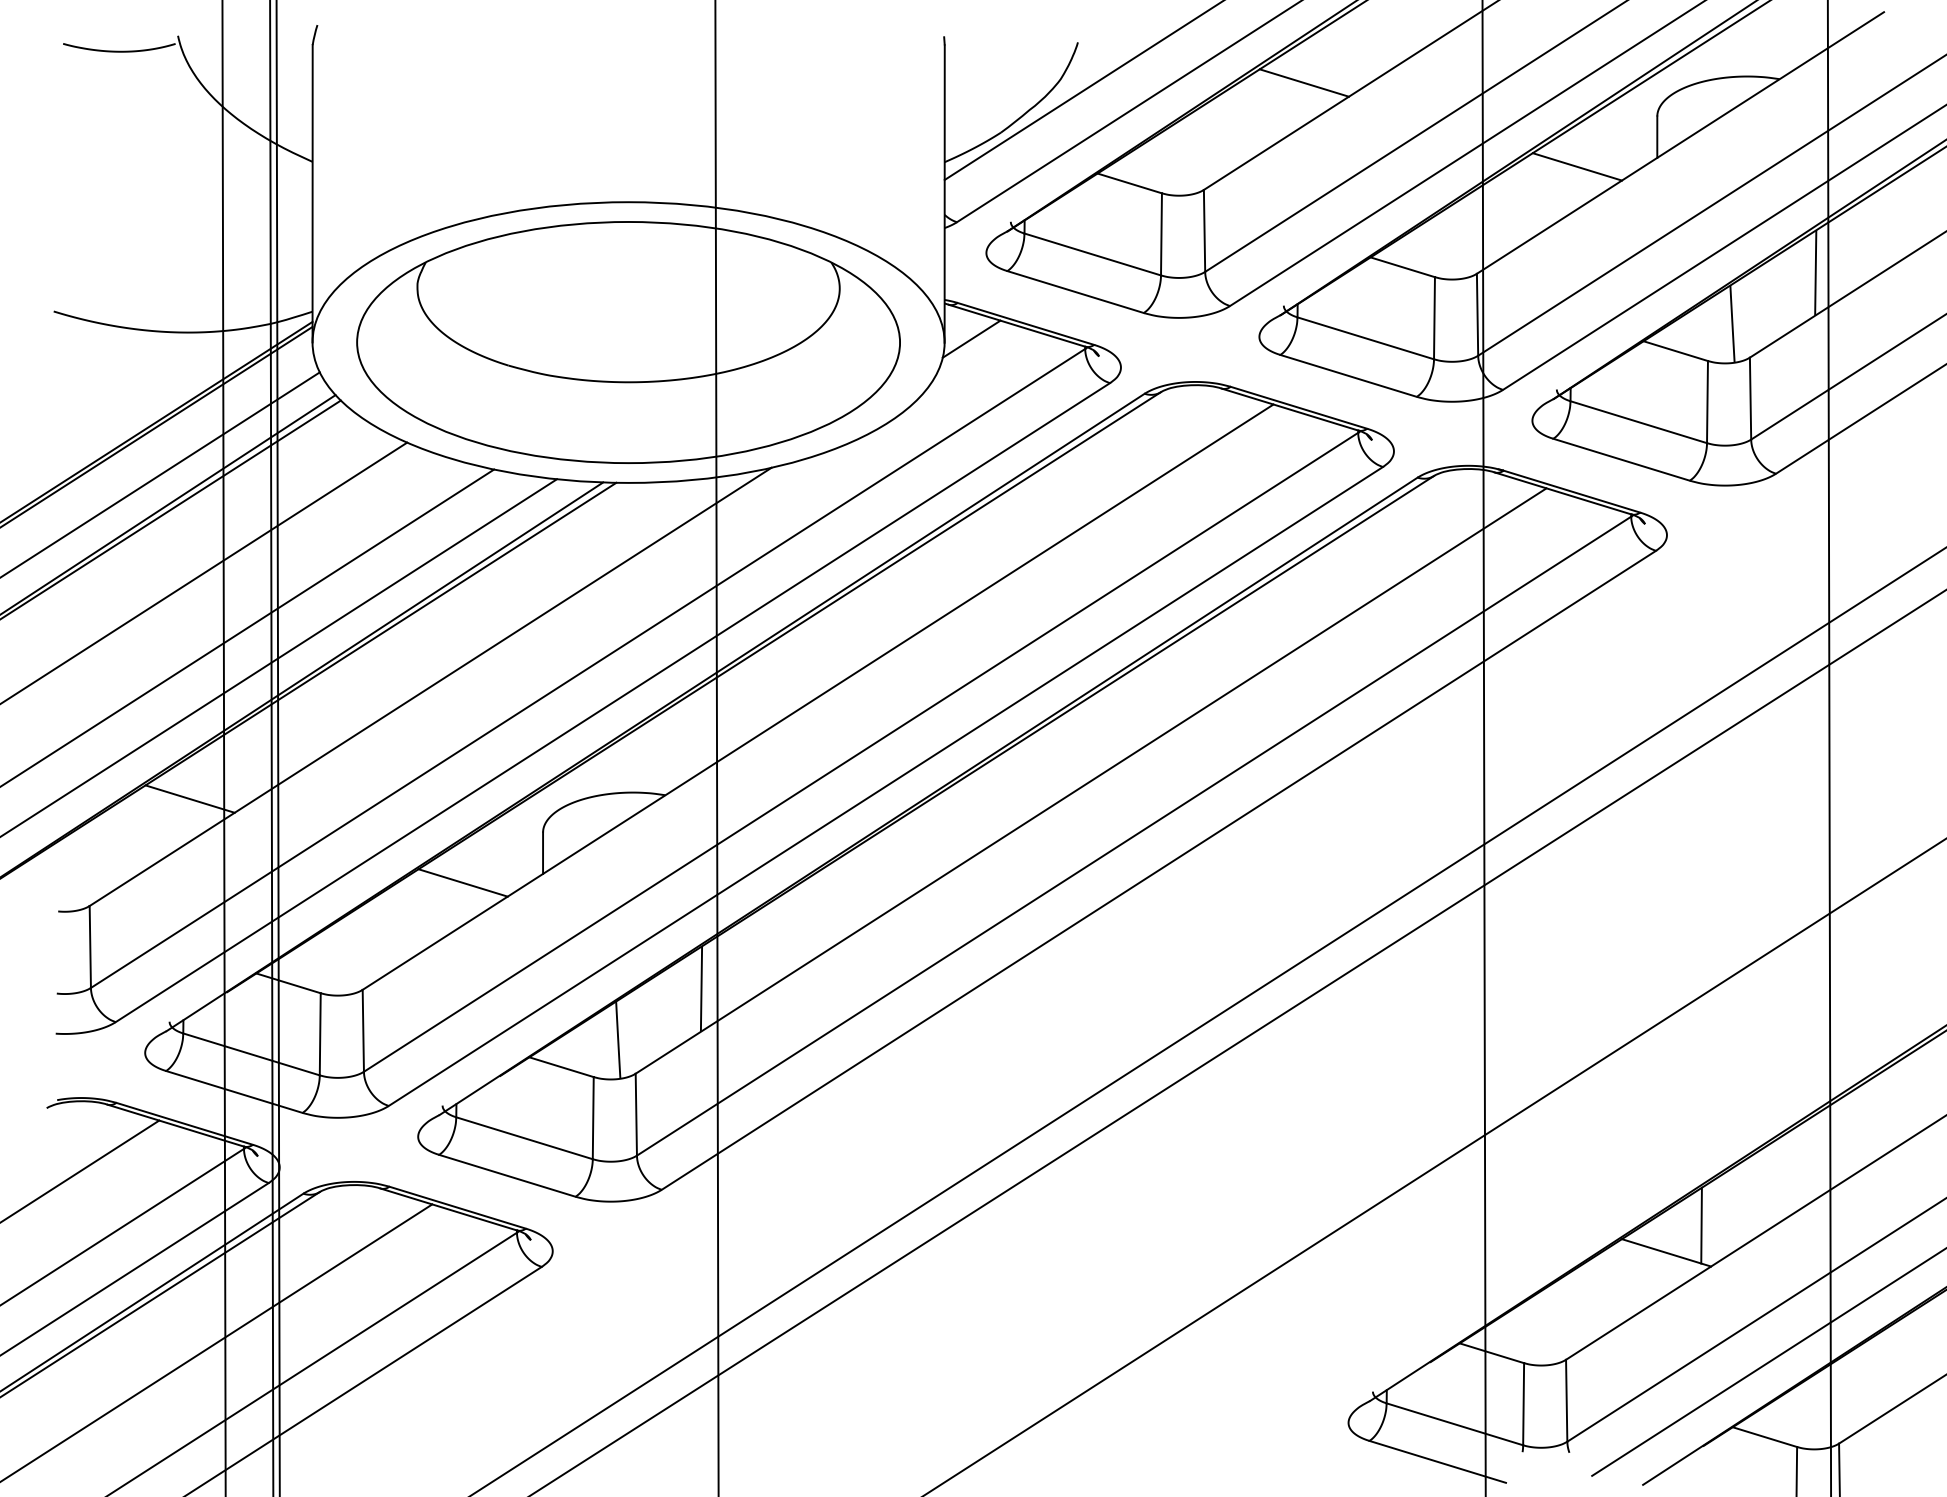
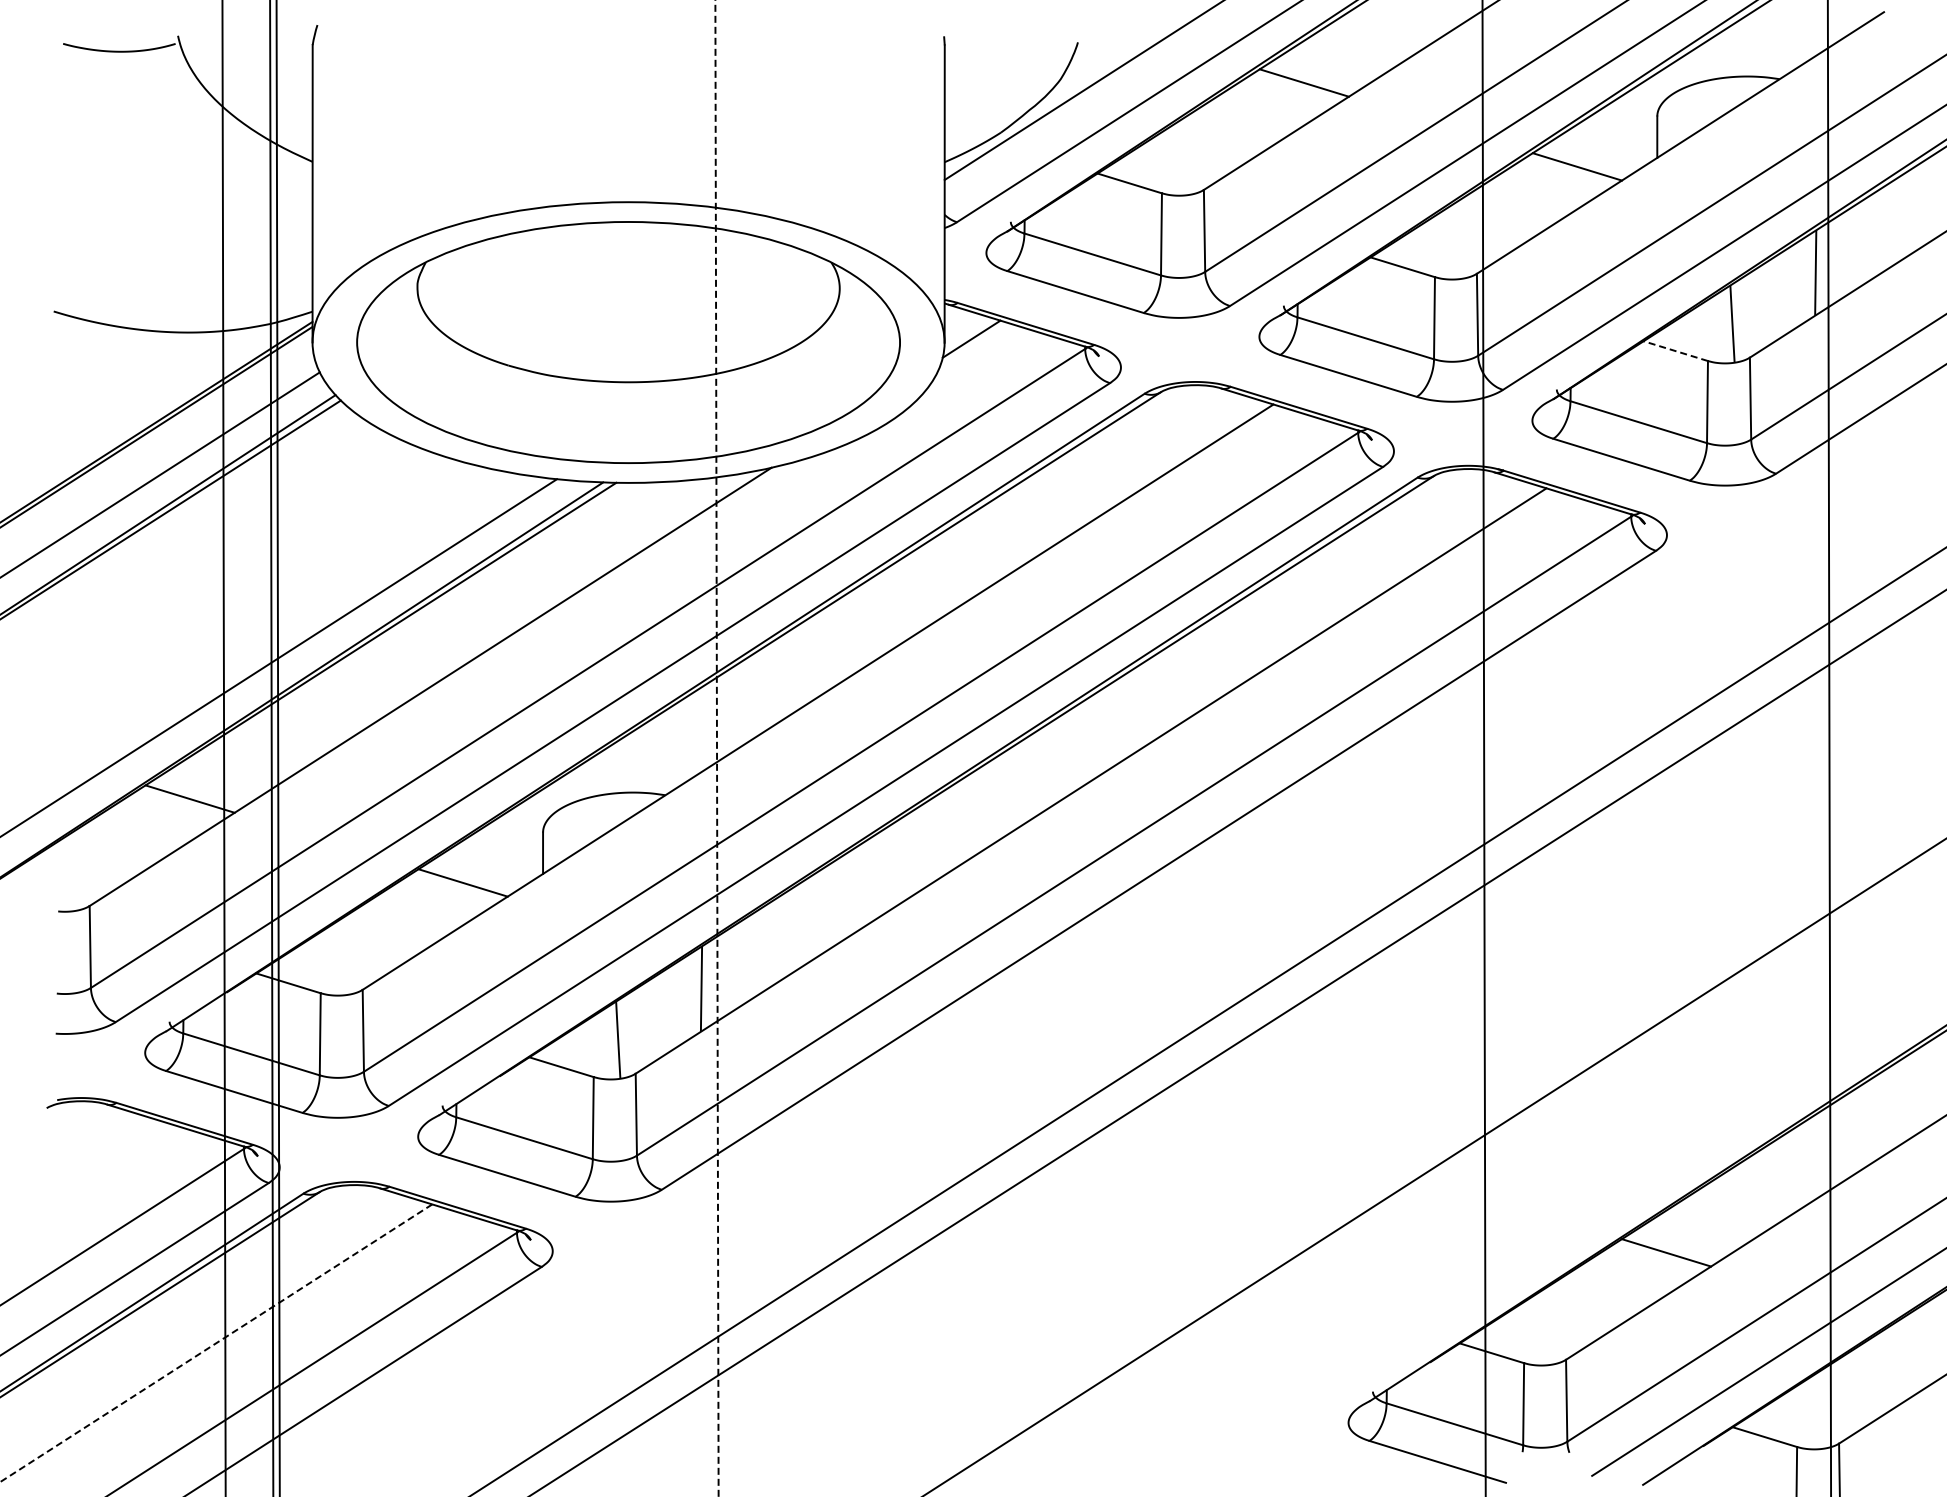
line at (1675, 351): solid -> dashed
line at (204, 572): present -> none
line at (248, 627): present -> none
line at (717, 747): solid -> dashed
line at (80, 1170): present -> none
line at (1701, 1225): present -> none
line at (216, 1343): solid -> dashed
